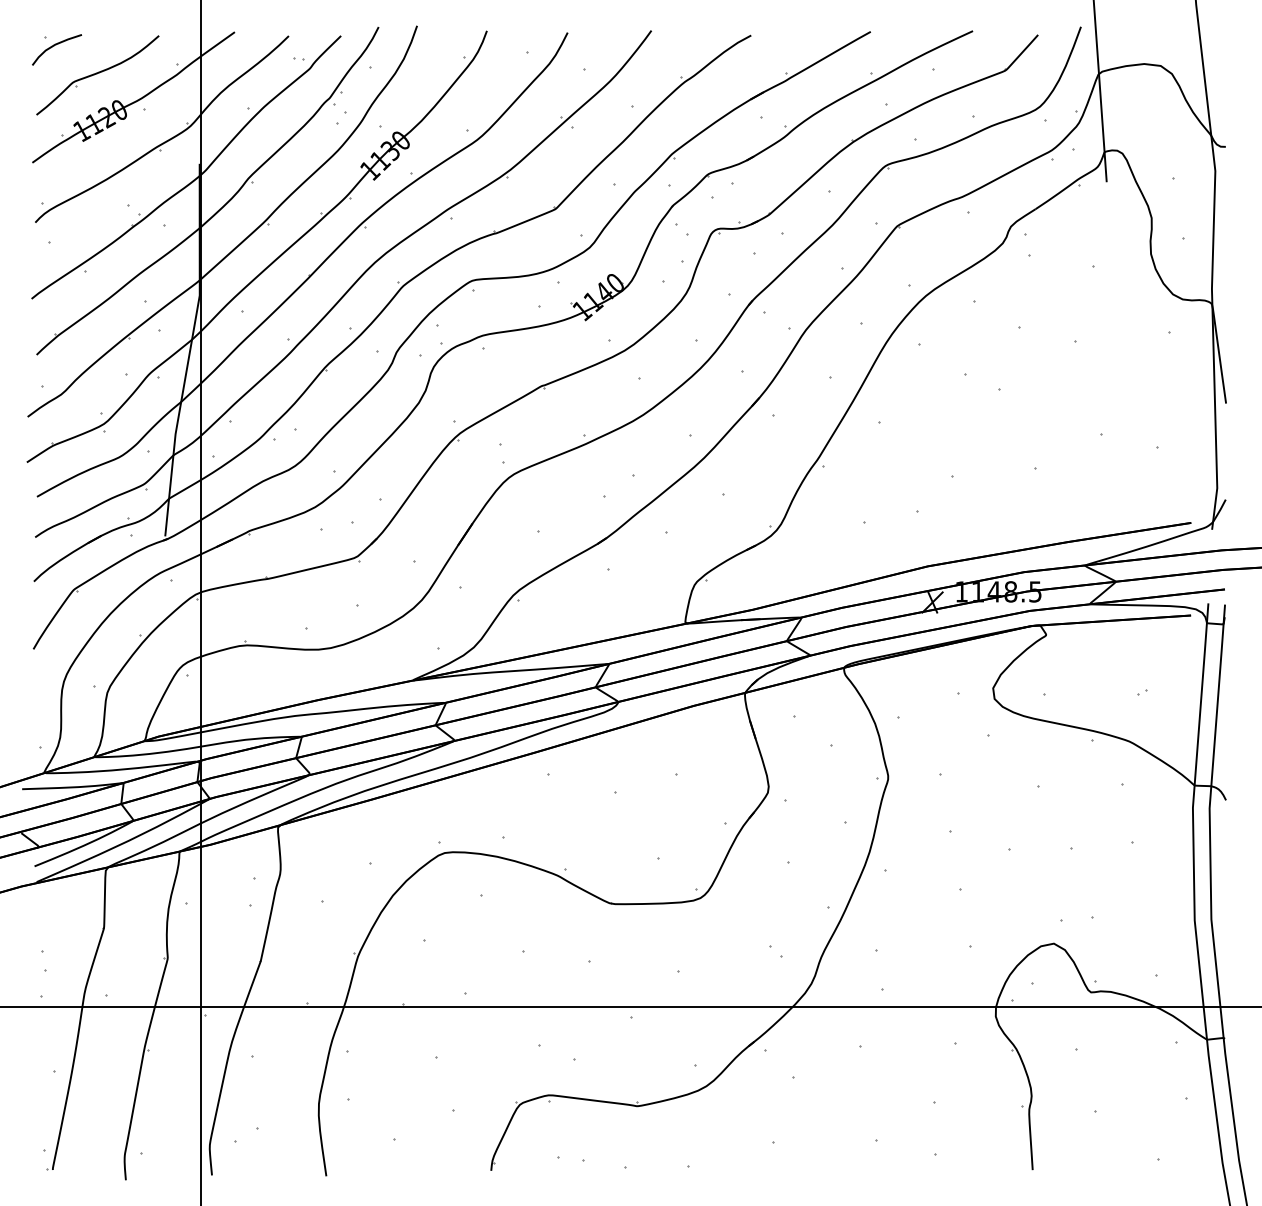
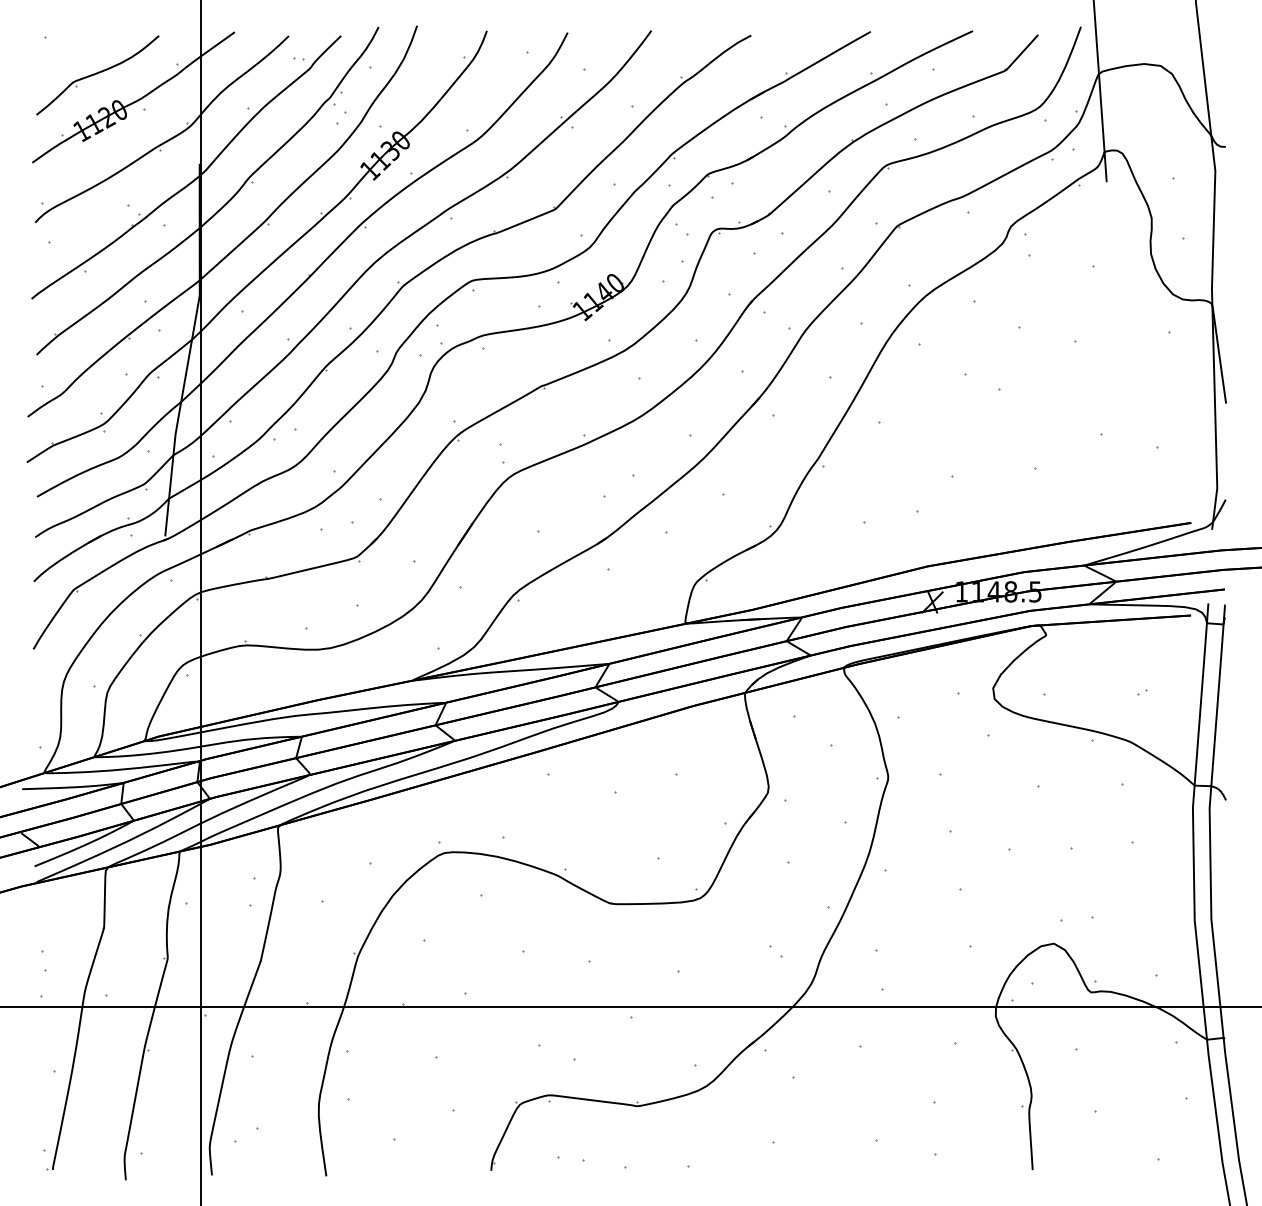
curve at (54, 46): present -> none
